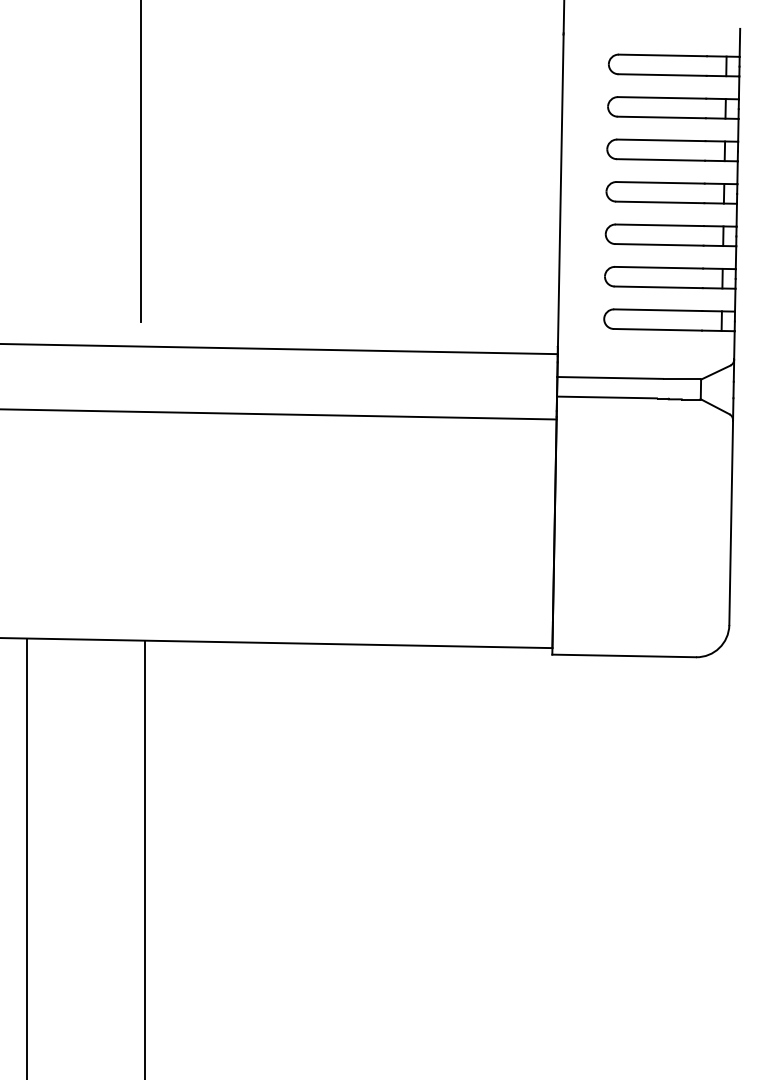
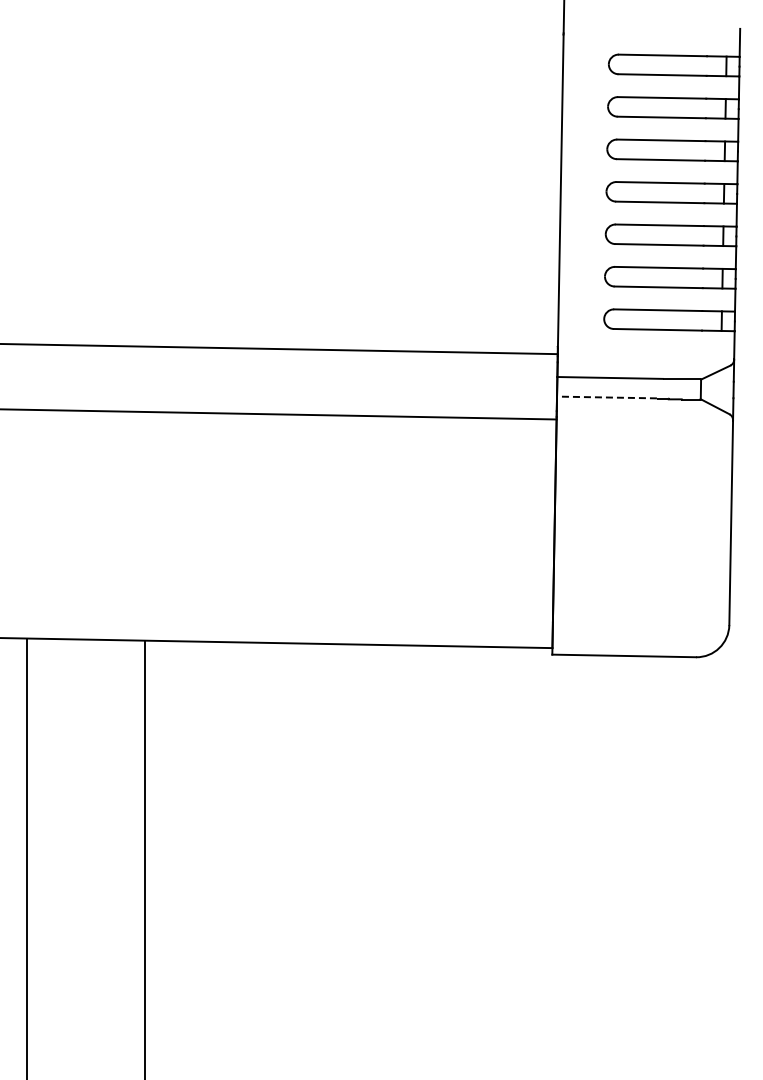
line at (140, 161): present -> none
line at (606, 397): solid -> dashed
